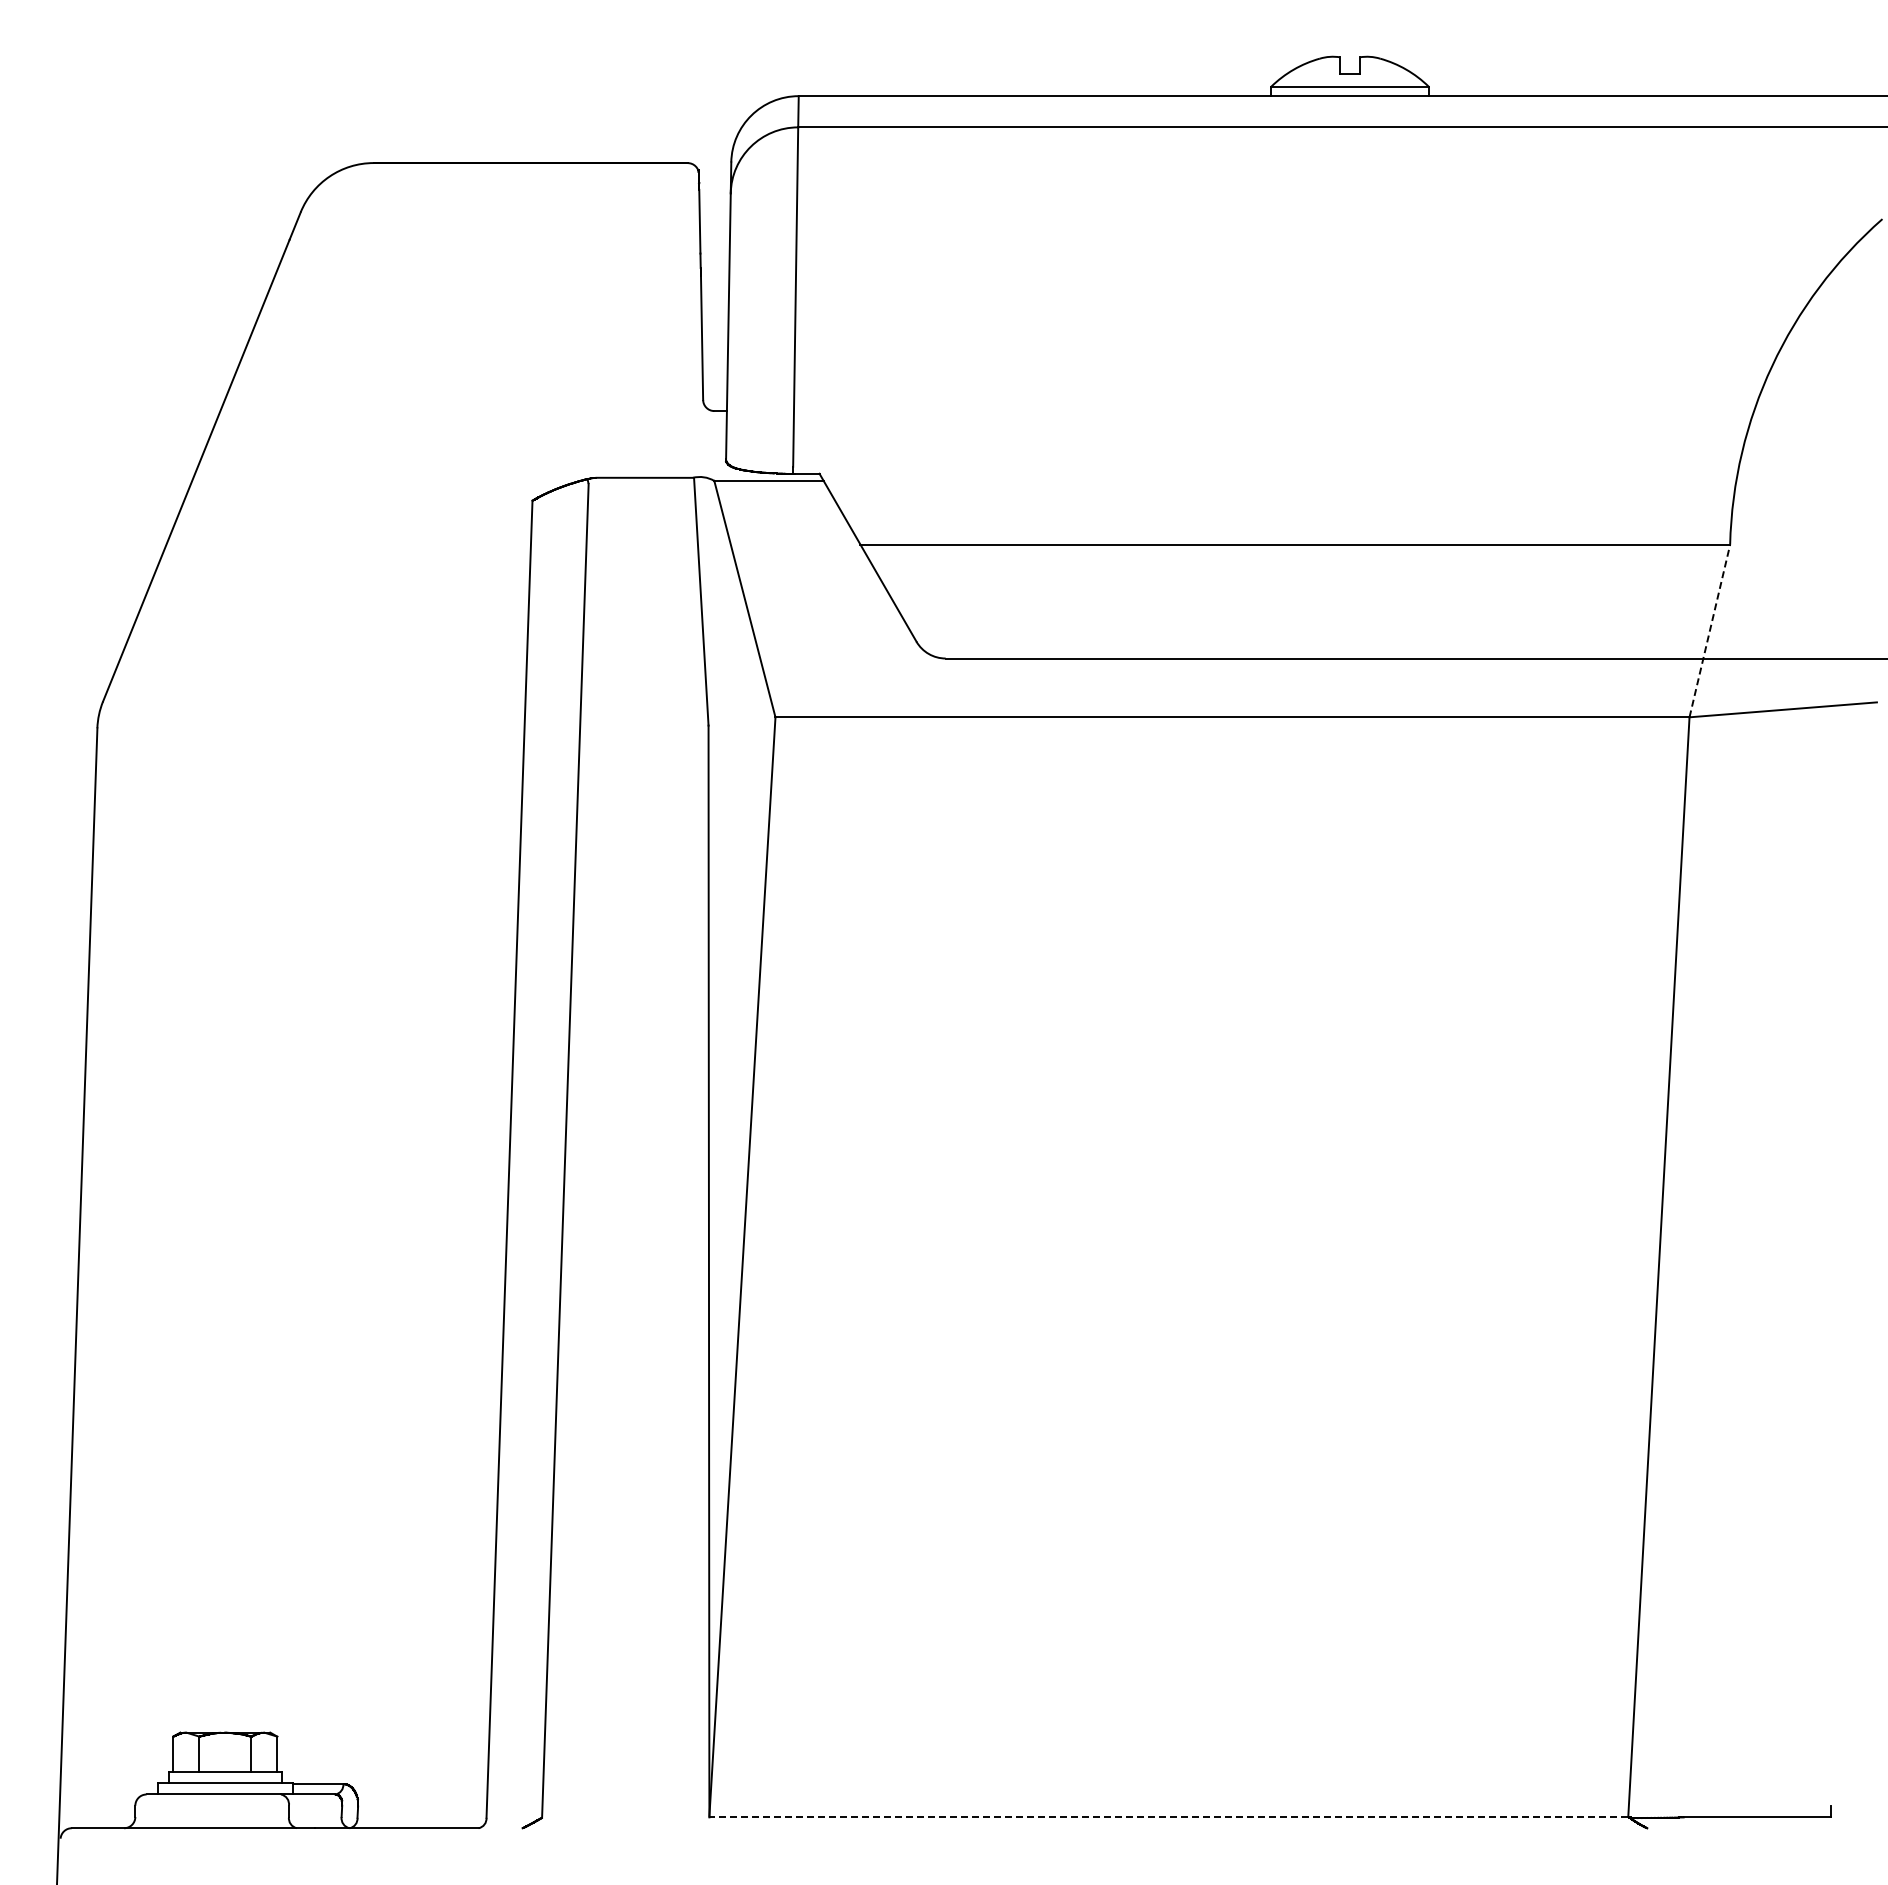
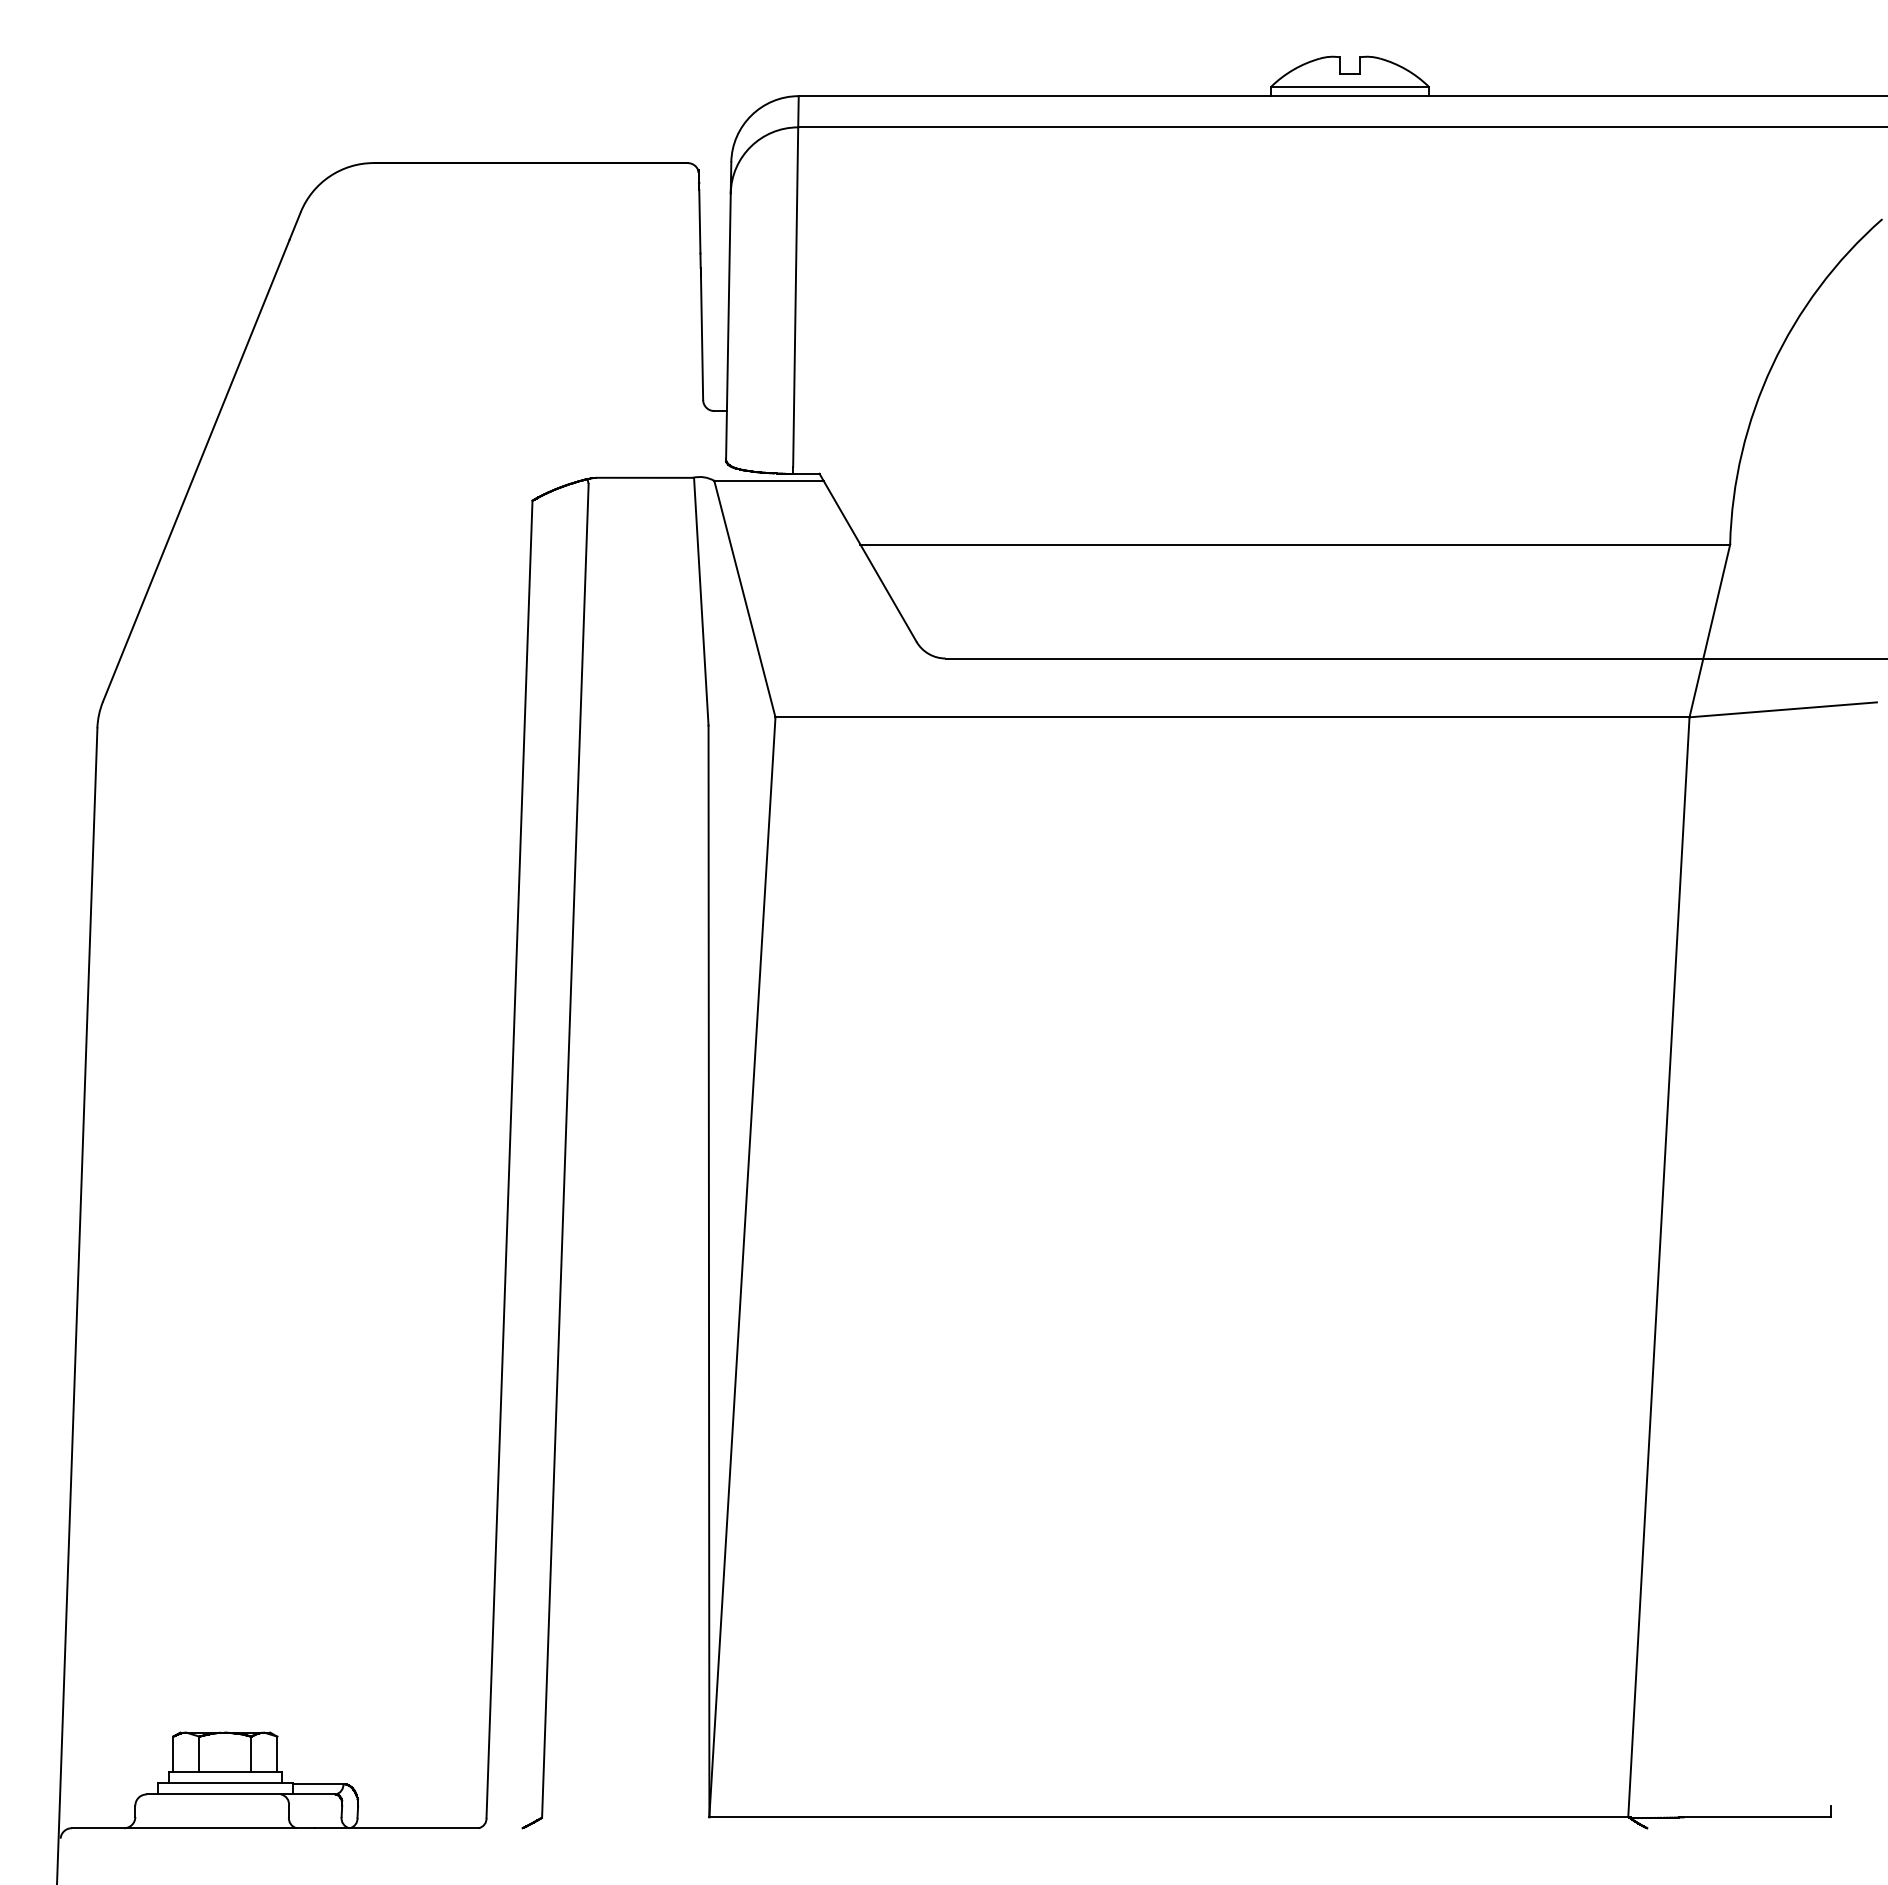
line at (1709, 630): dashed -> solid
line at (1168, 1817): dashed -> solid
